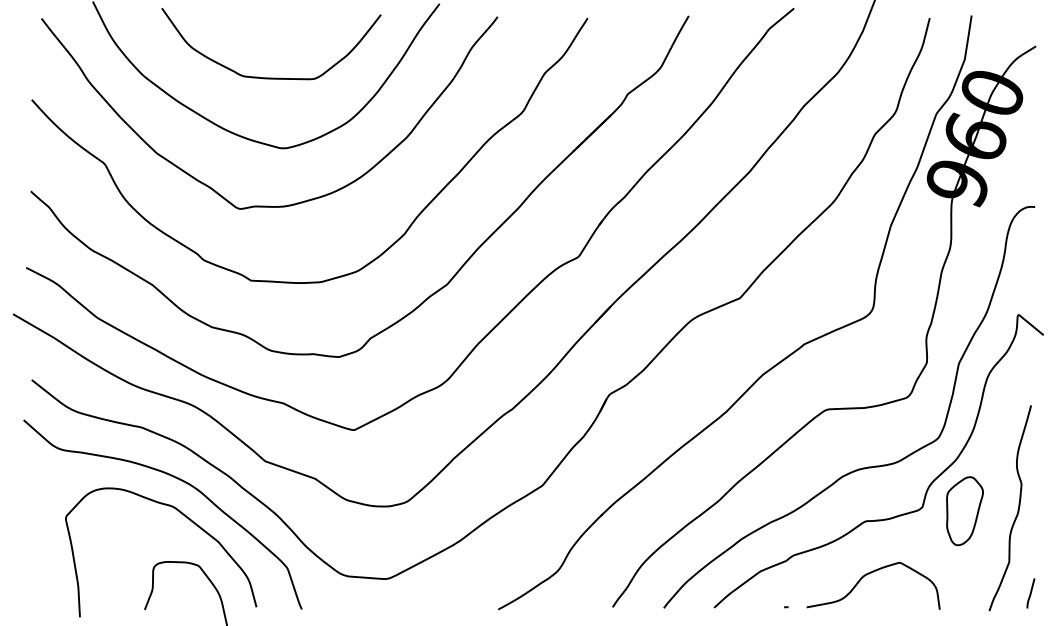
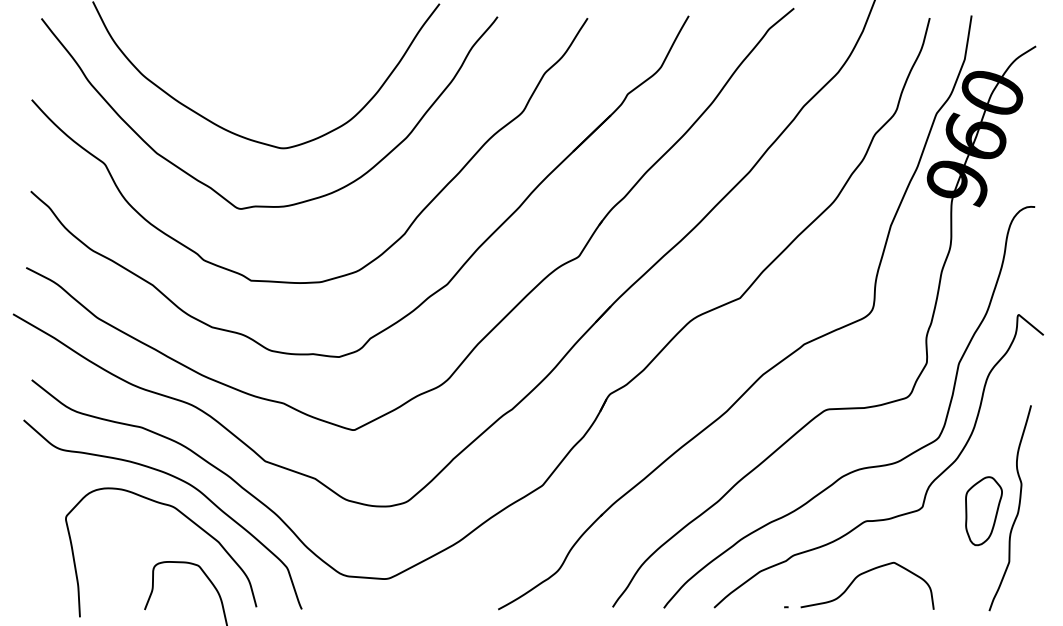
curve at (271, 77): present -> none
part at (964, 511) position: (964, 511) -> (983, 511)
curve at (869, 574) position: (869, 574) -> (863, 574)
line at (1030, 593): present -> none
